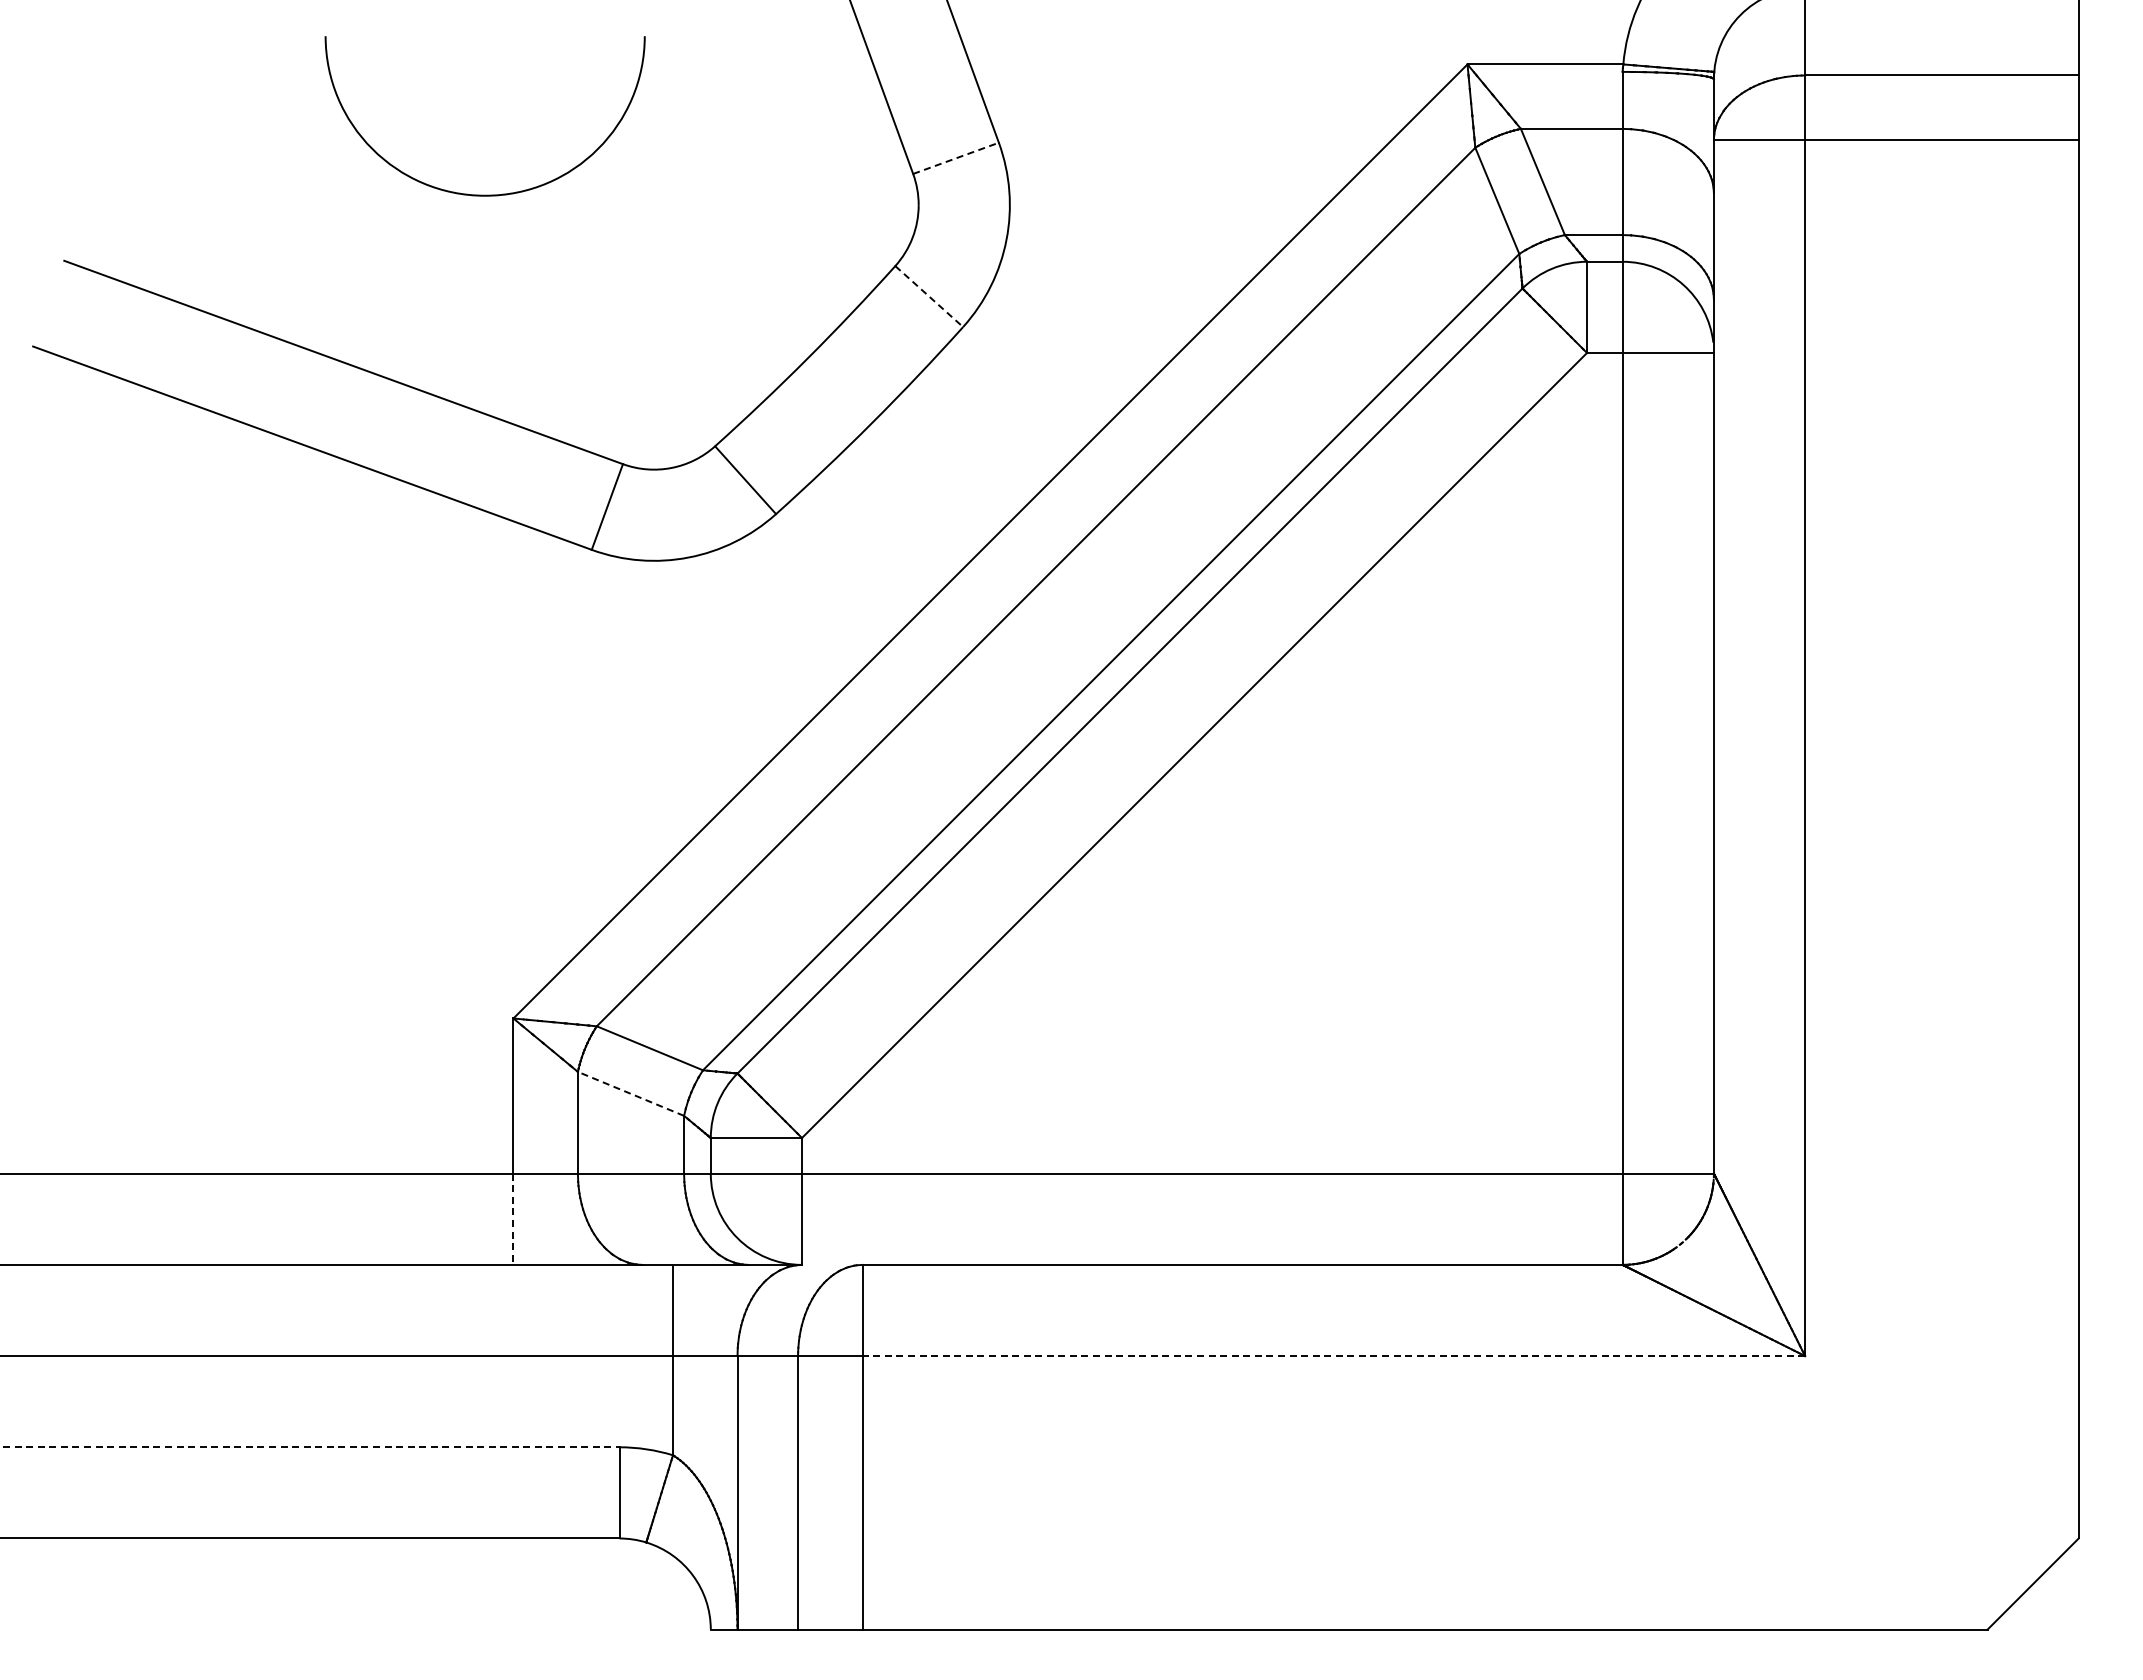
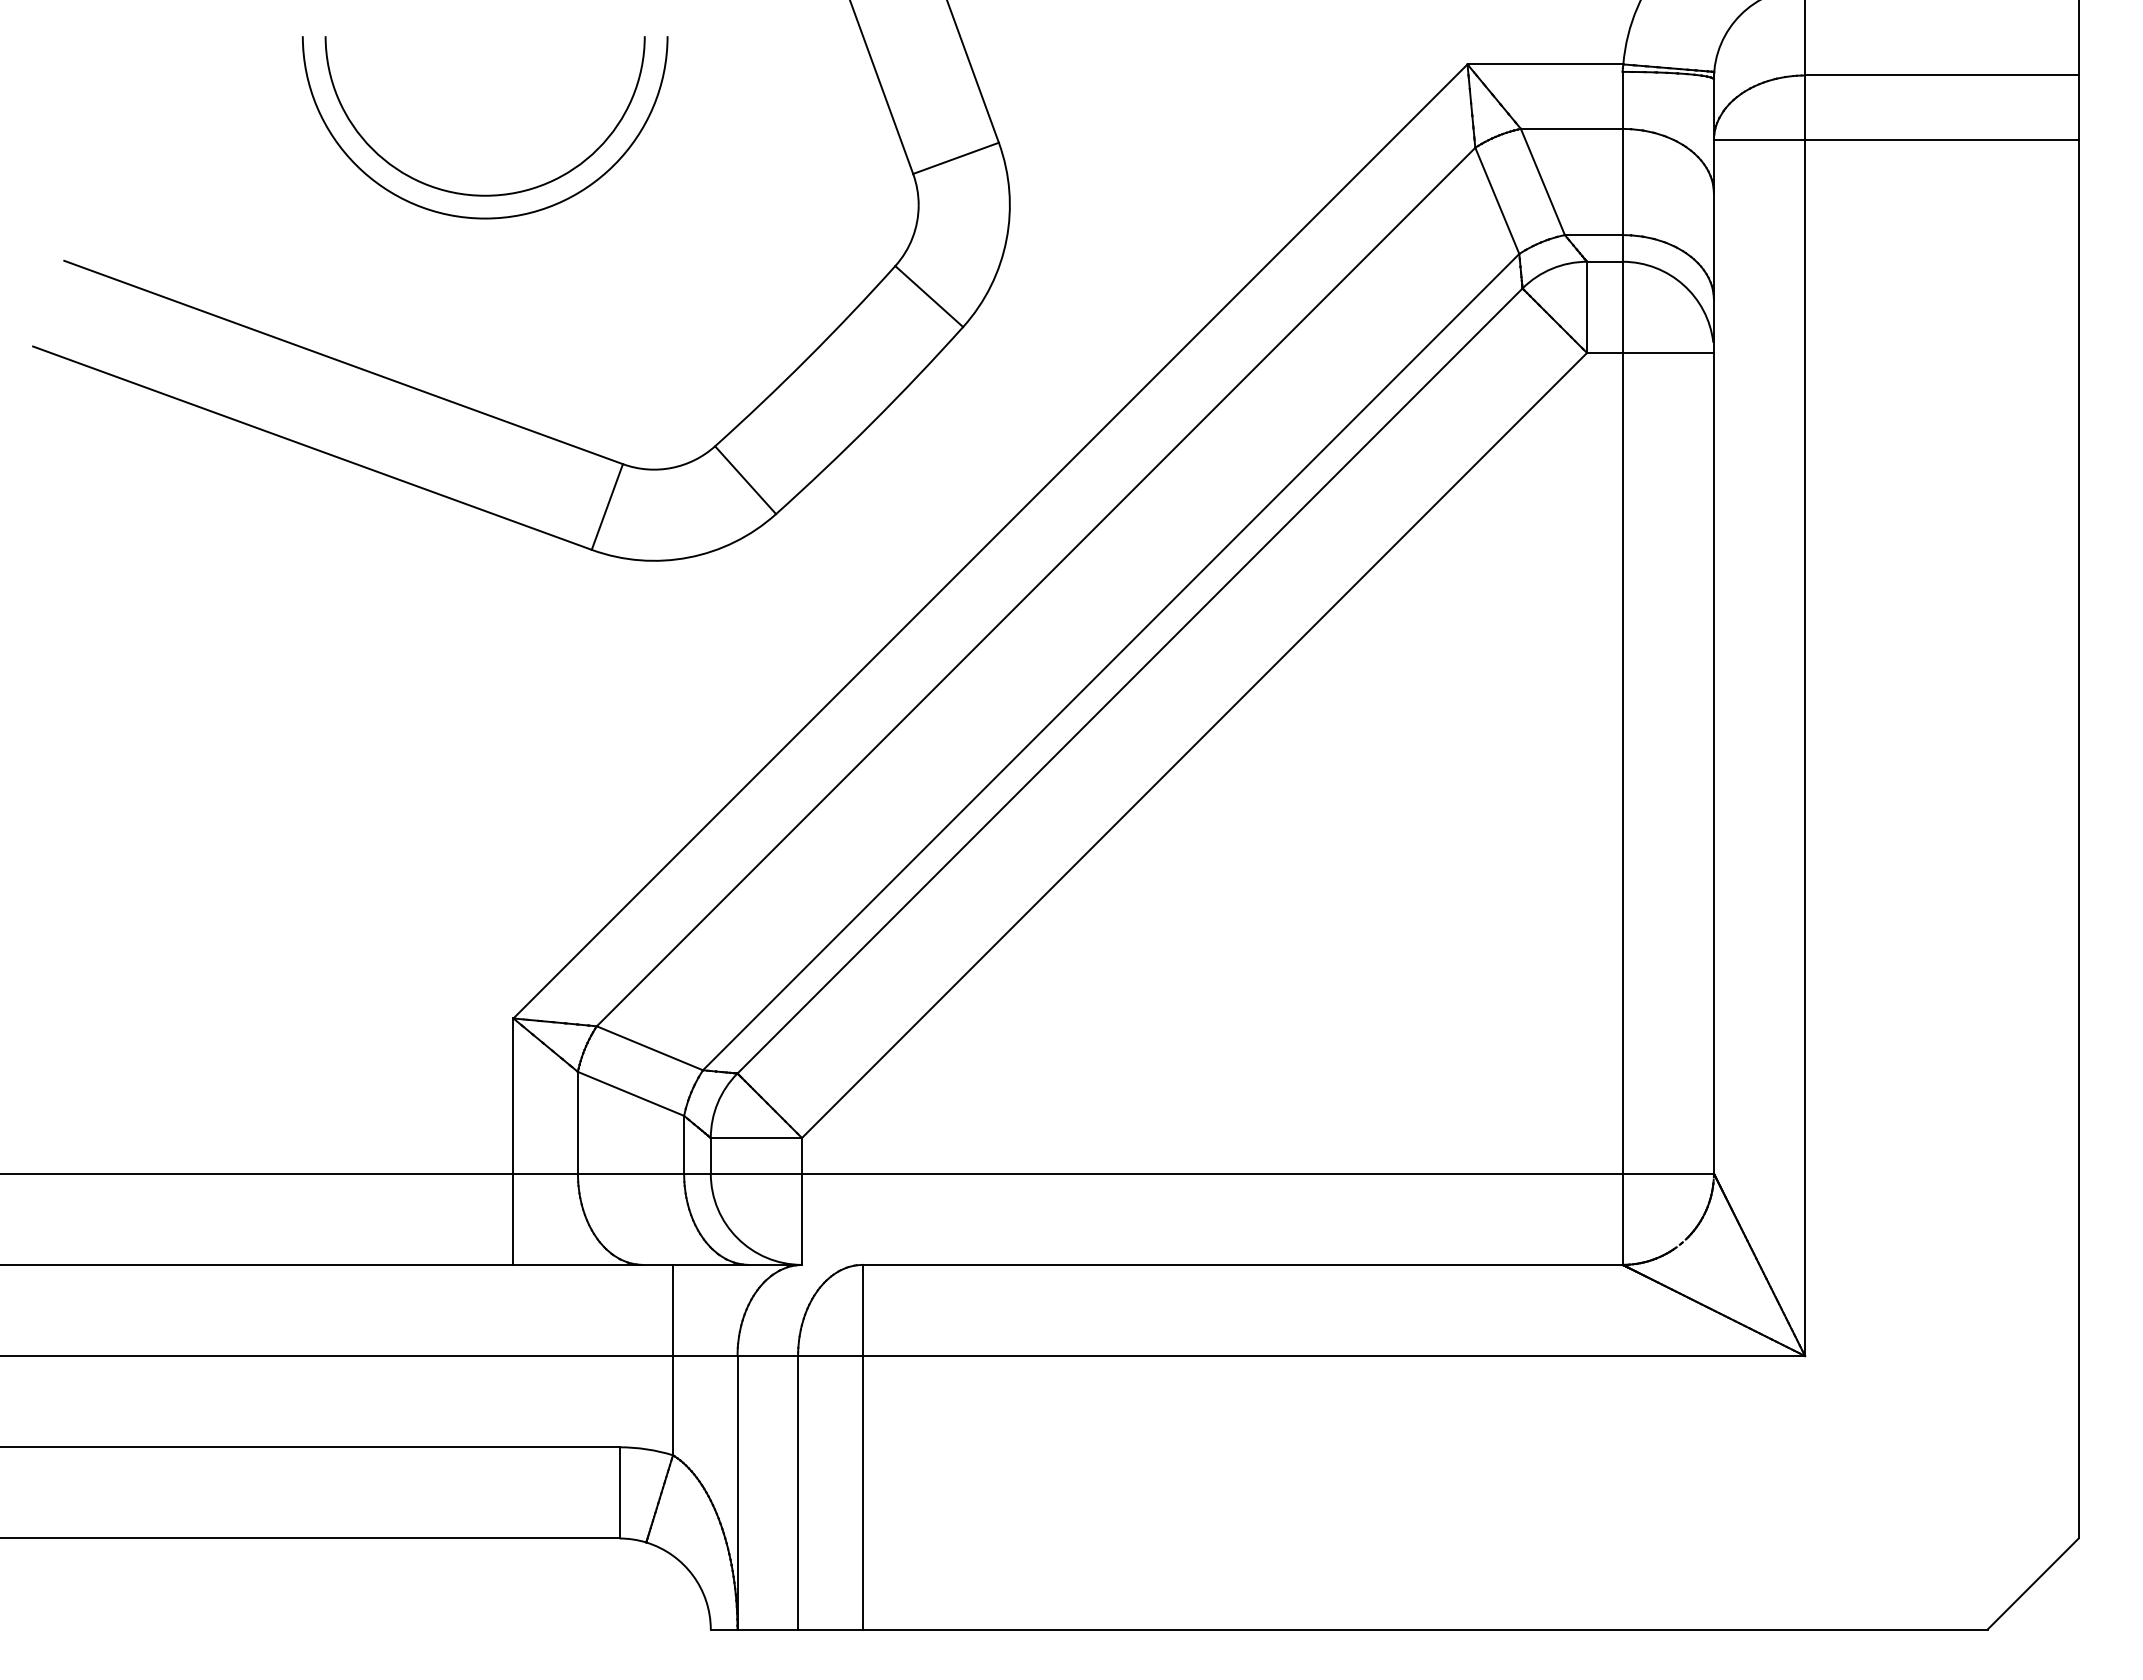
line at (956, 158): dashed -> solid
arc at (484, 217): none -> present
line at (929, 296): dashed -> solid
line at (630, 1093): dashed -> solid
line at (513, 1219): dashed -> solid
line at (1333, 1356): dashed -> solid
line at (310, 1447): dashed -> solid
